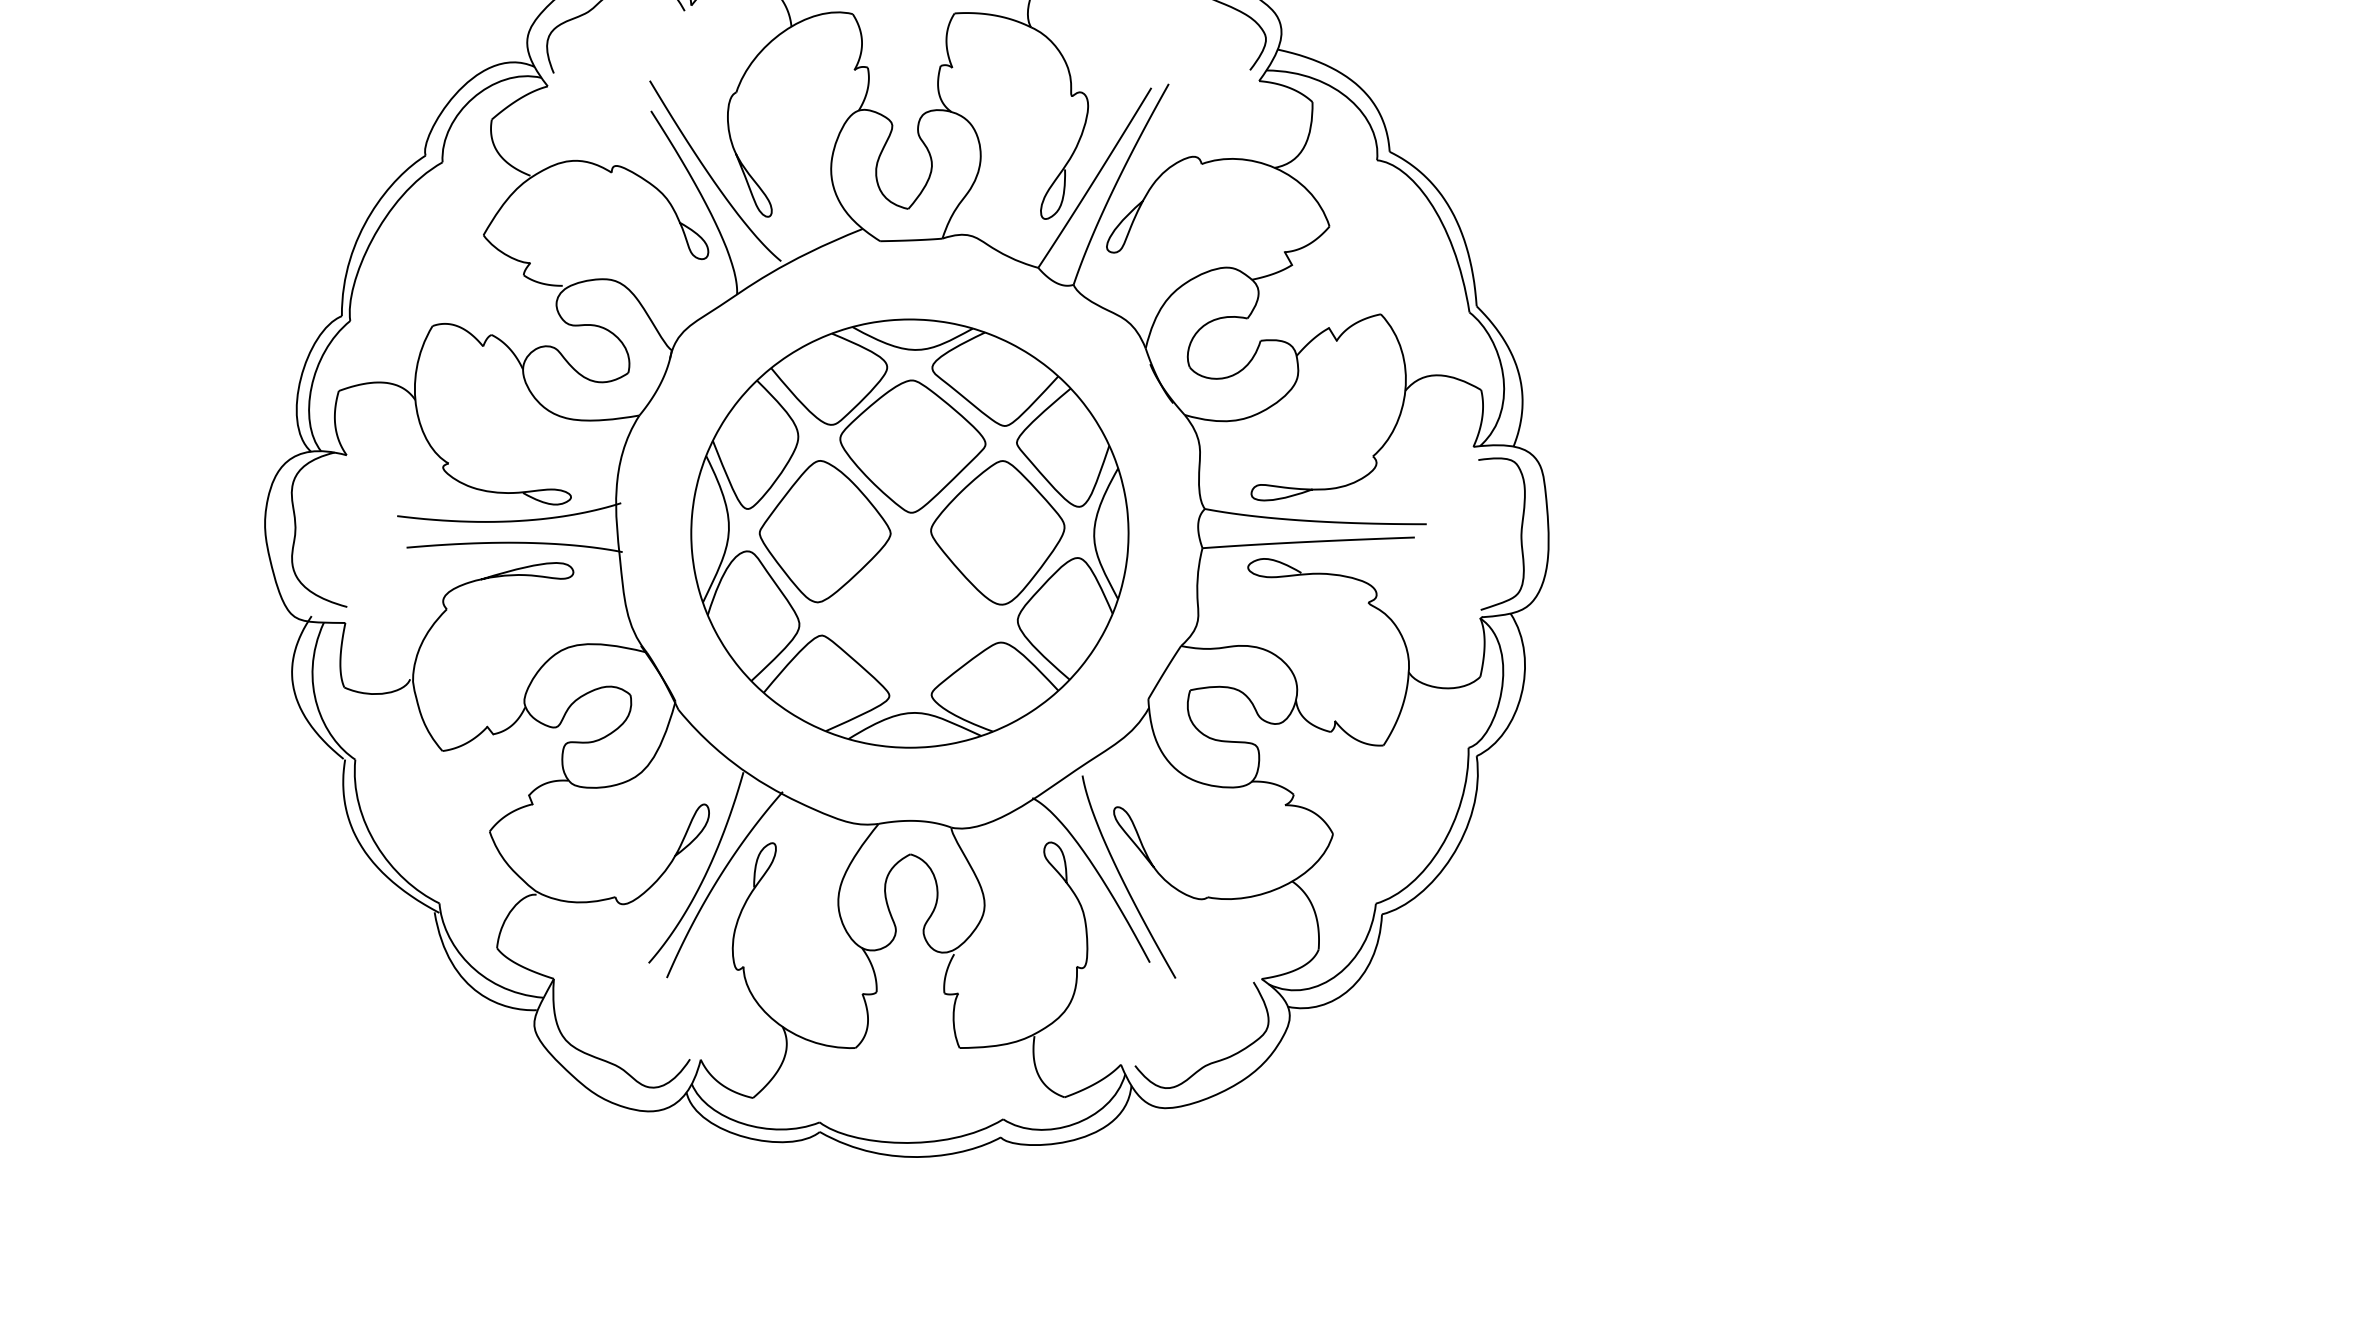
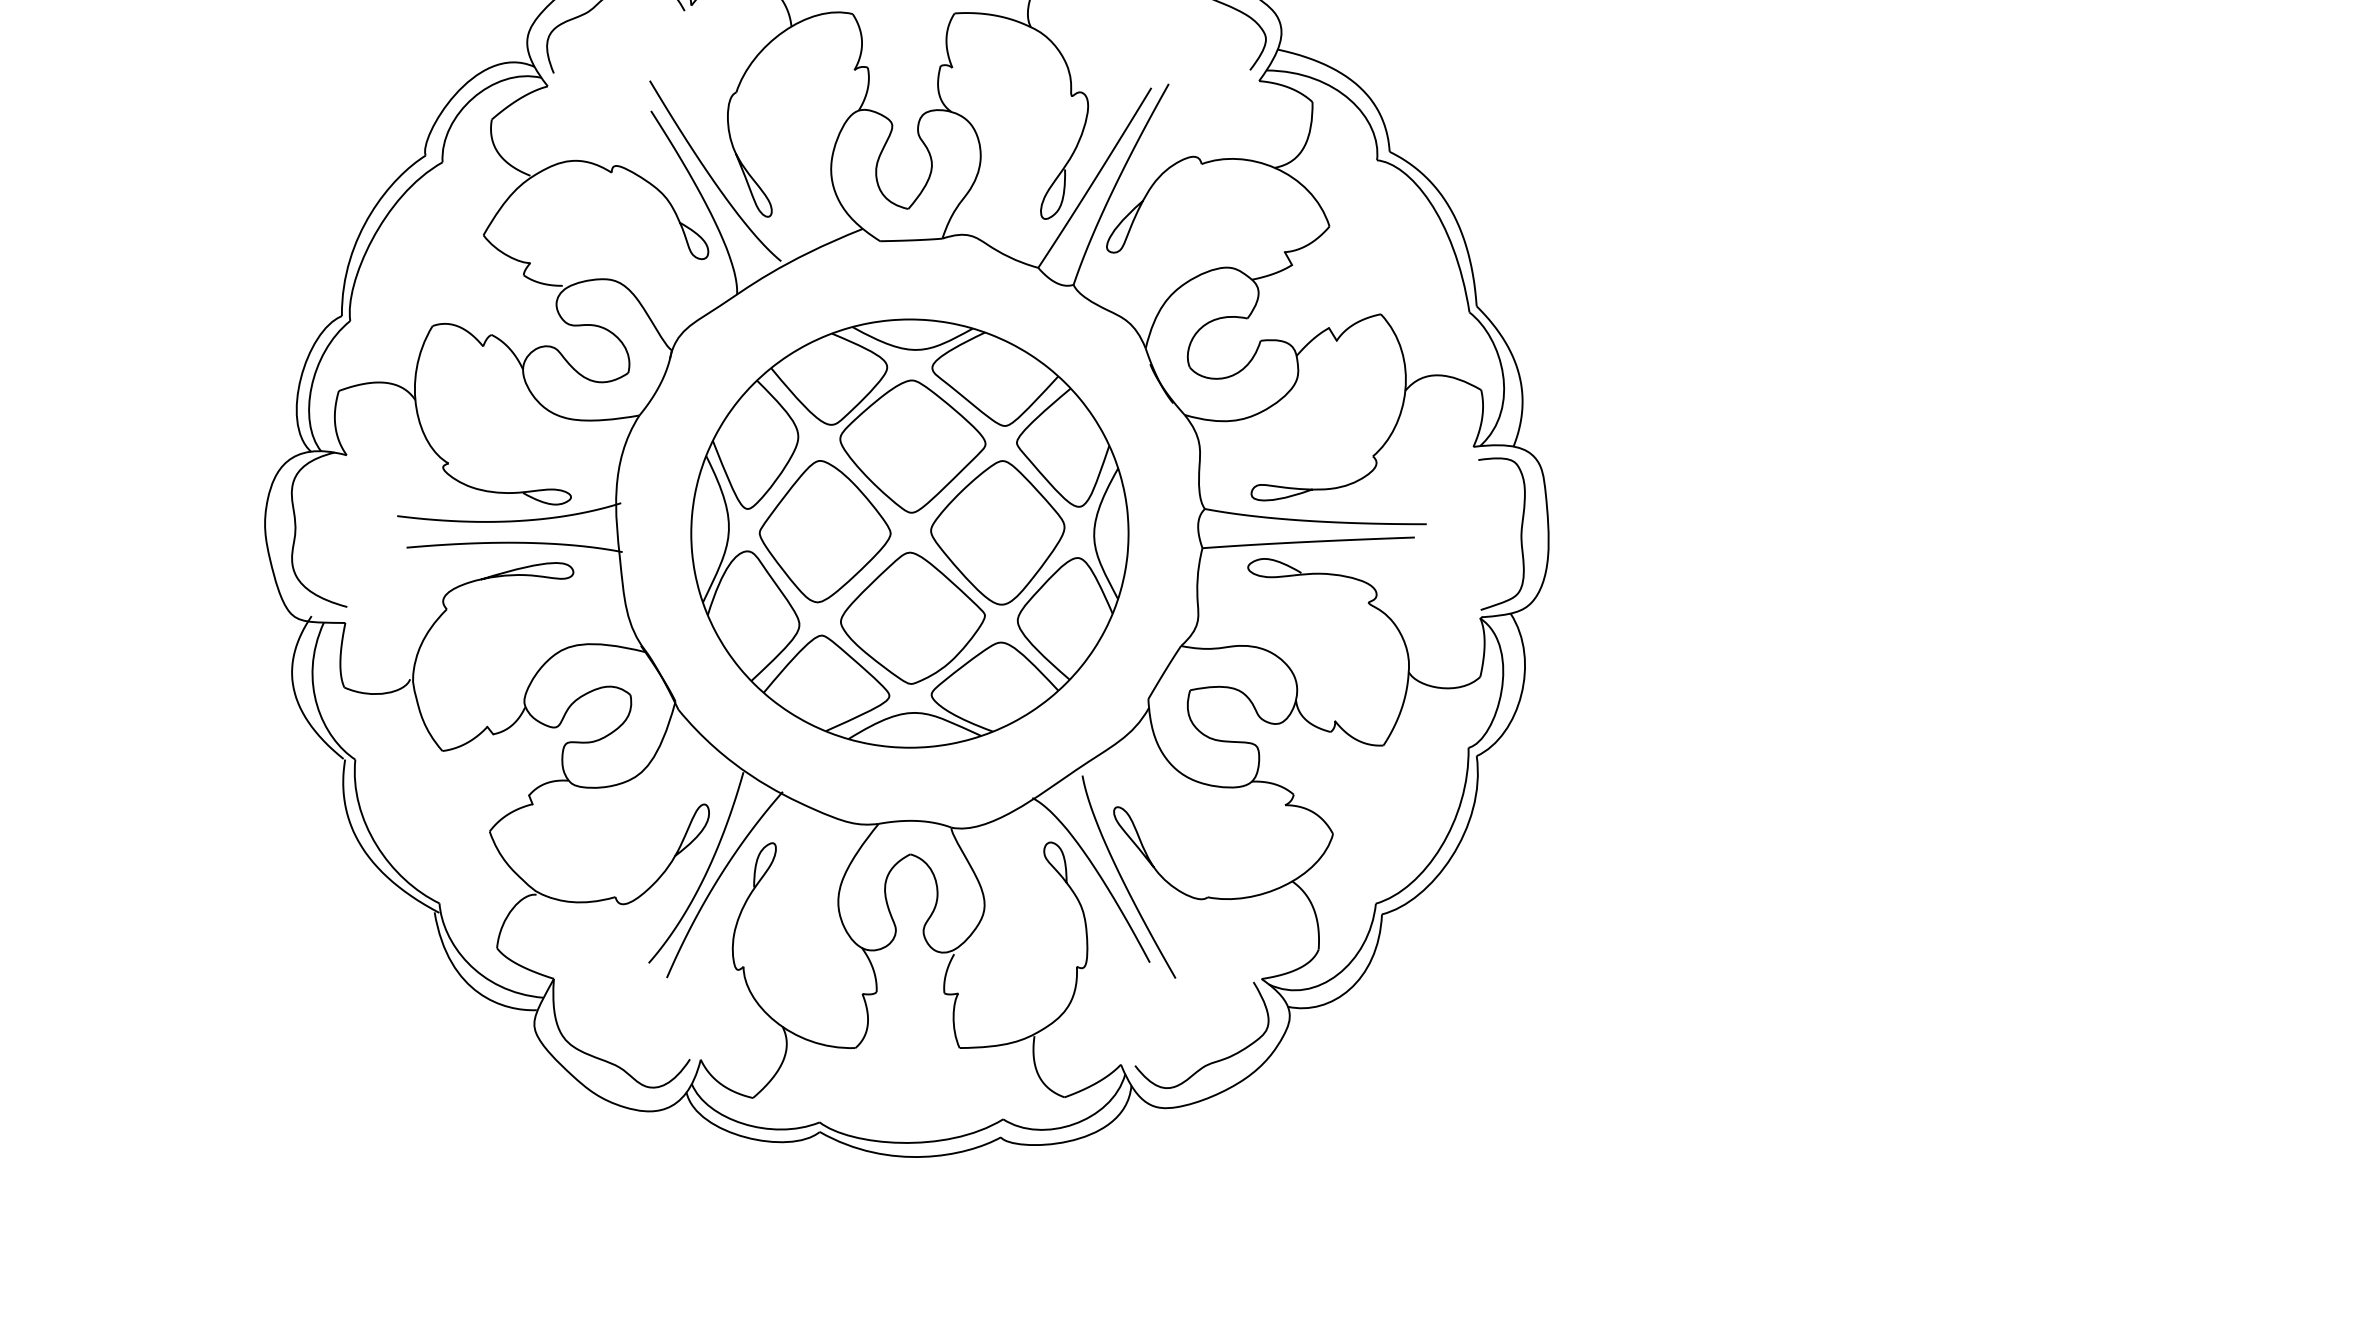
part at (912, 617): none -> present
